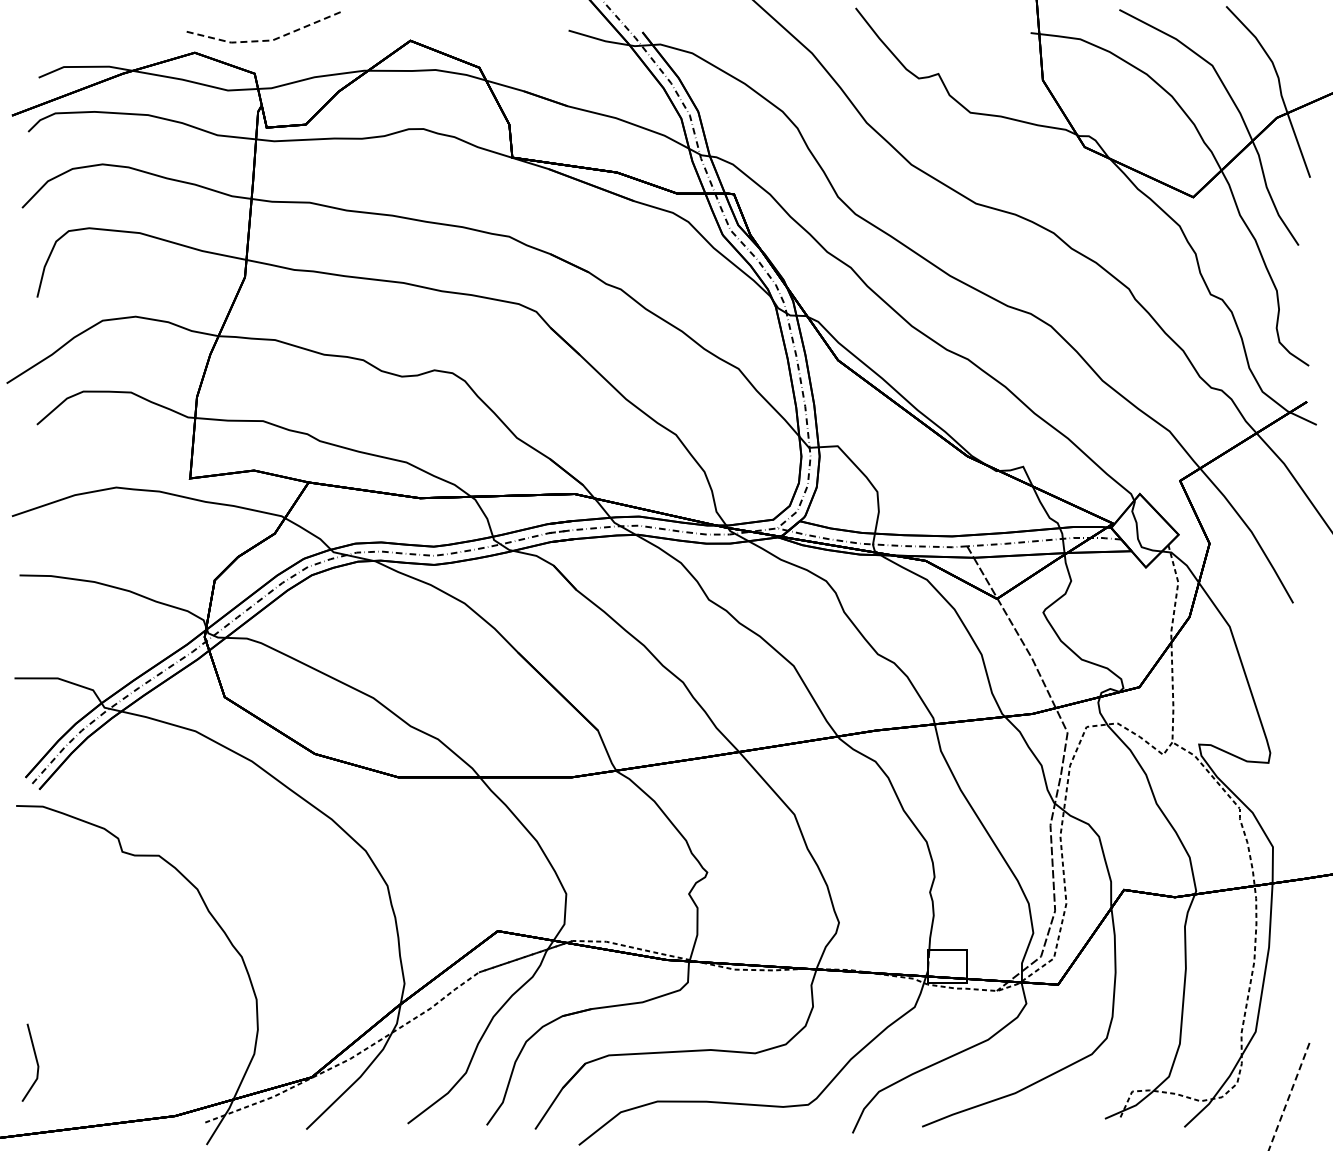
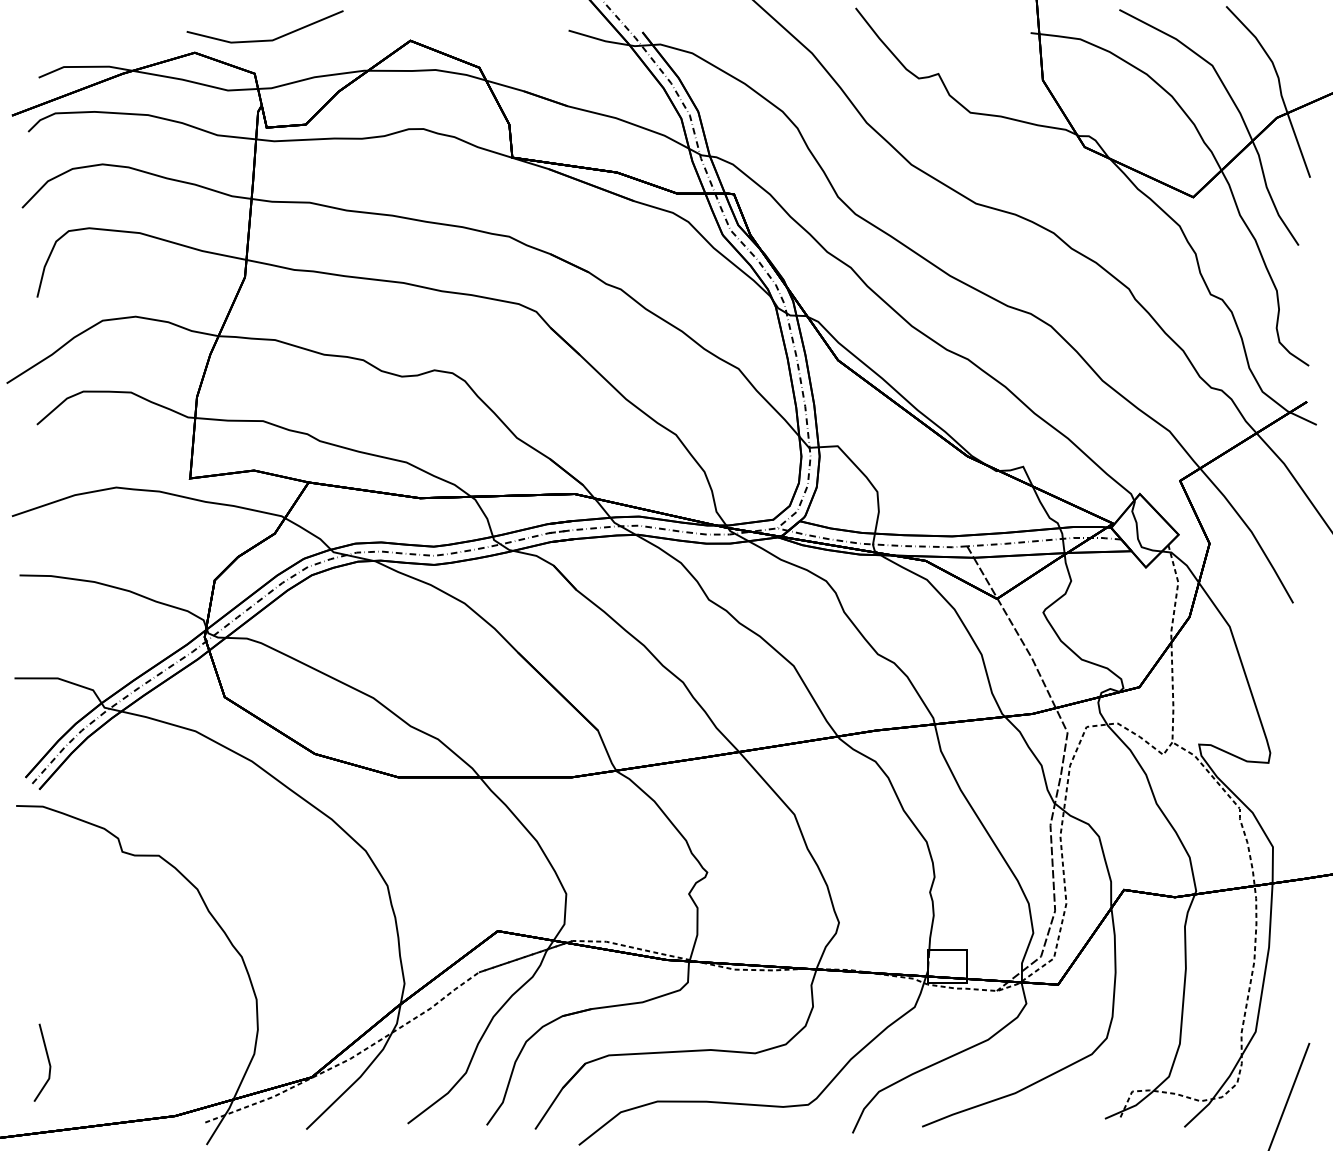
line at (267, 40): dashed -> solid
line at (35, 1059) position: (35, 1059) -> (47, 1059)
line at (1289, 1096): dashed -> solid
